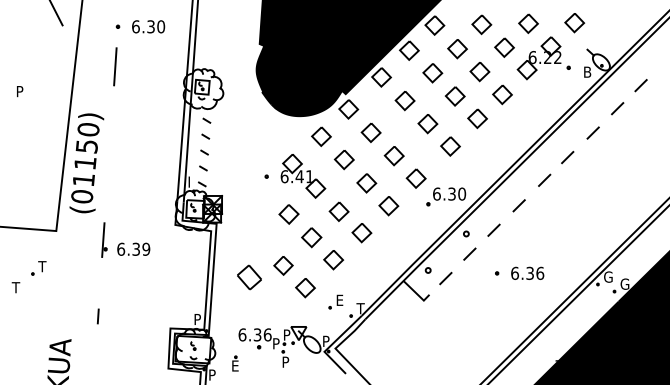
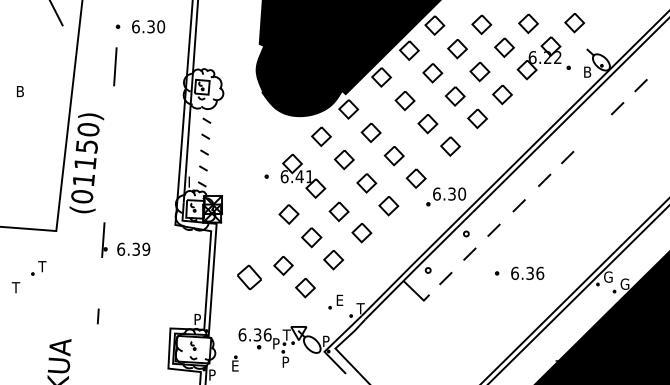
text at (20, 91): P -> B
line at (592, 132): present -> none
text at (286, 334): P -> T
